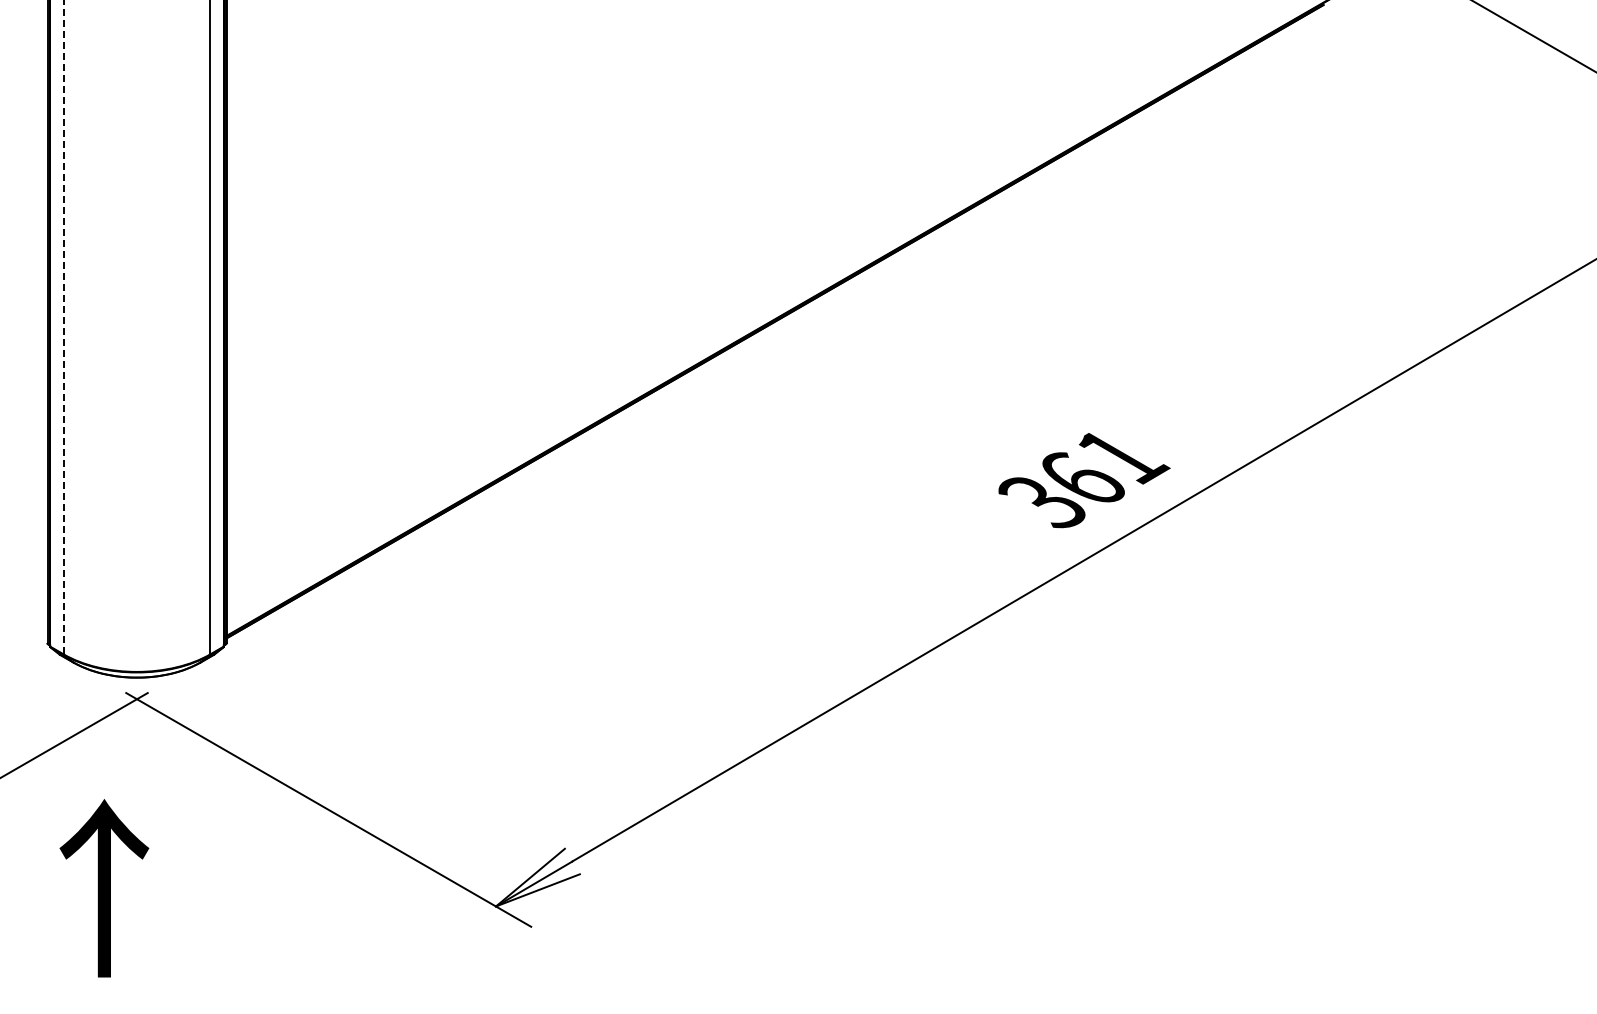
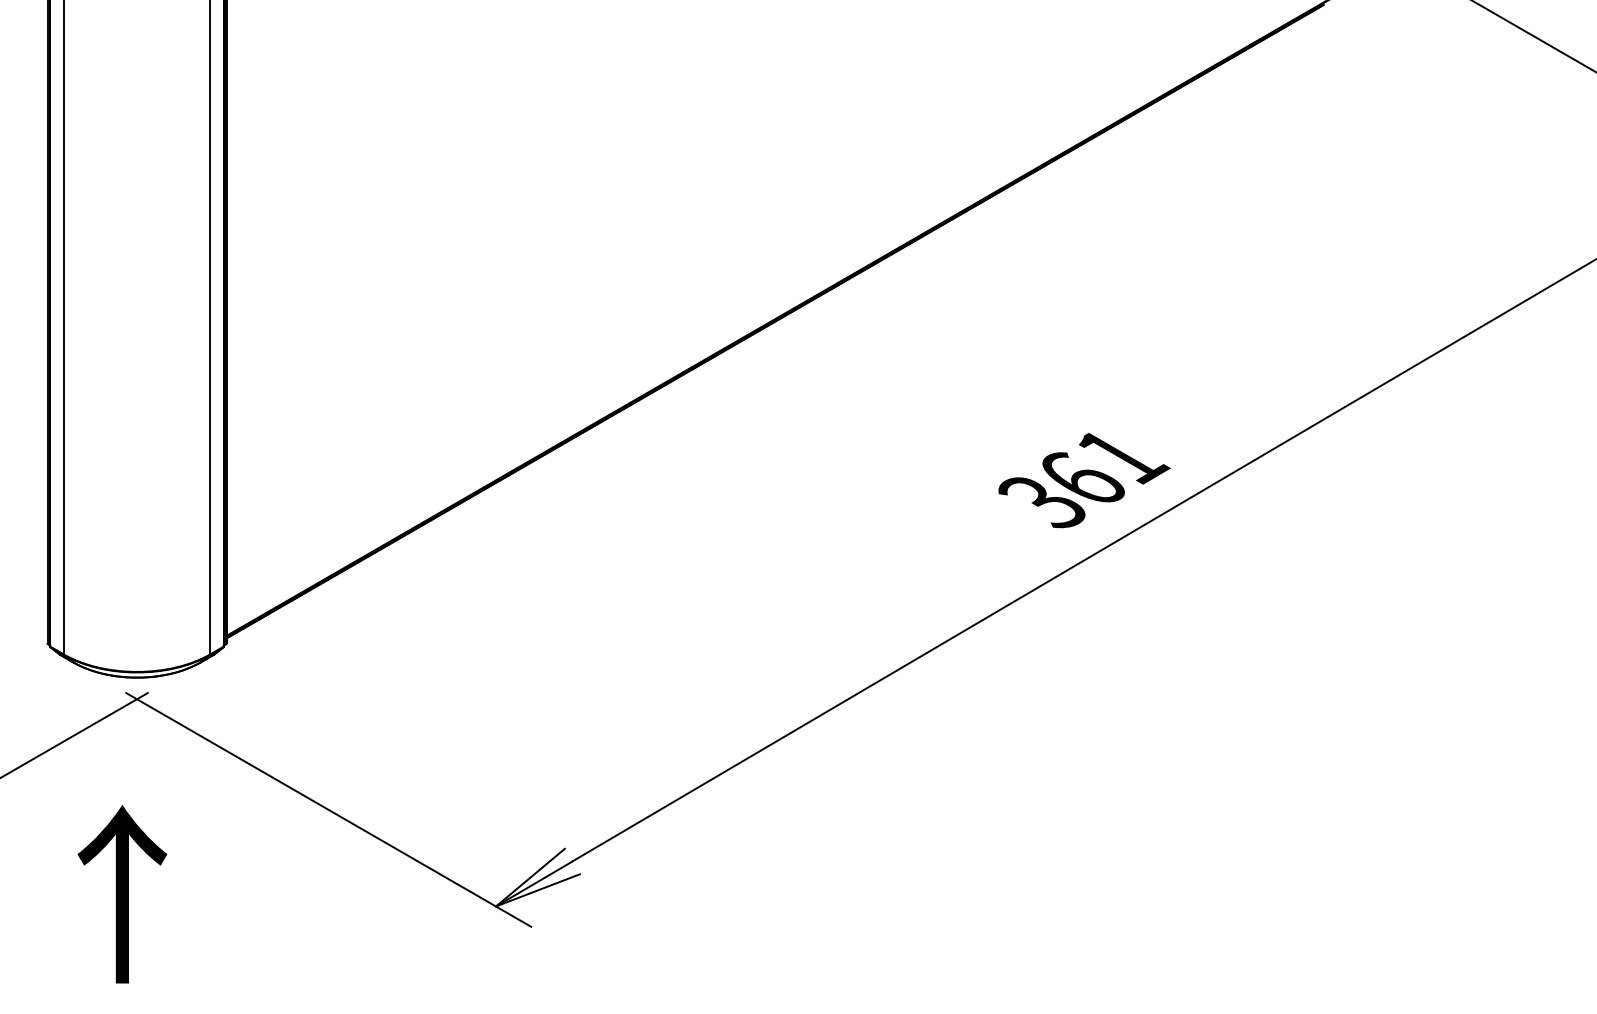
line at (63, 327): dashed -> solid
text at (104, 888) position: (104, 888) -> (122, 894)
